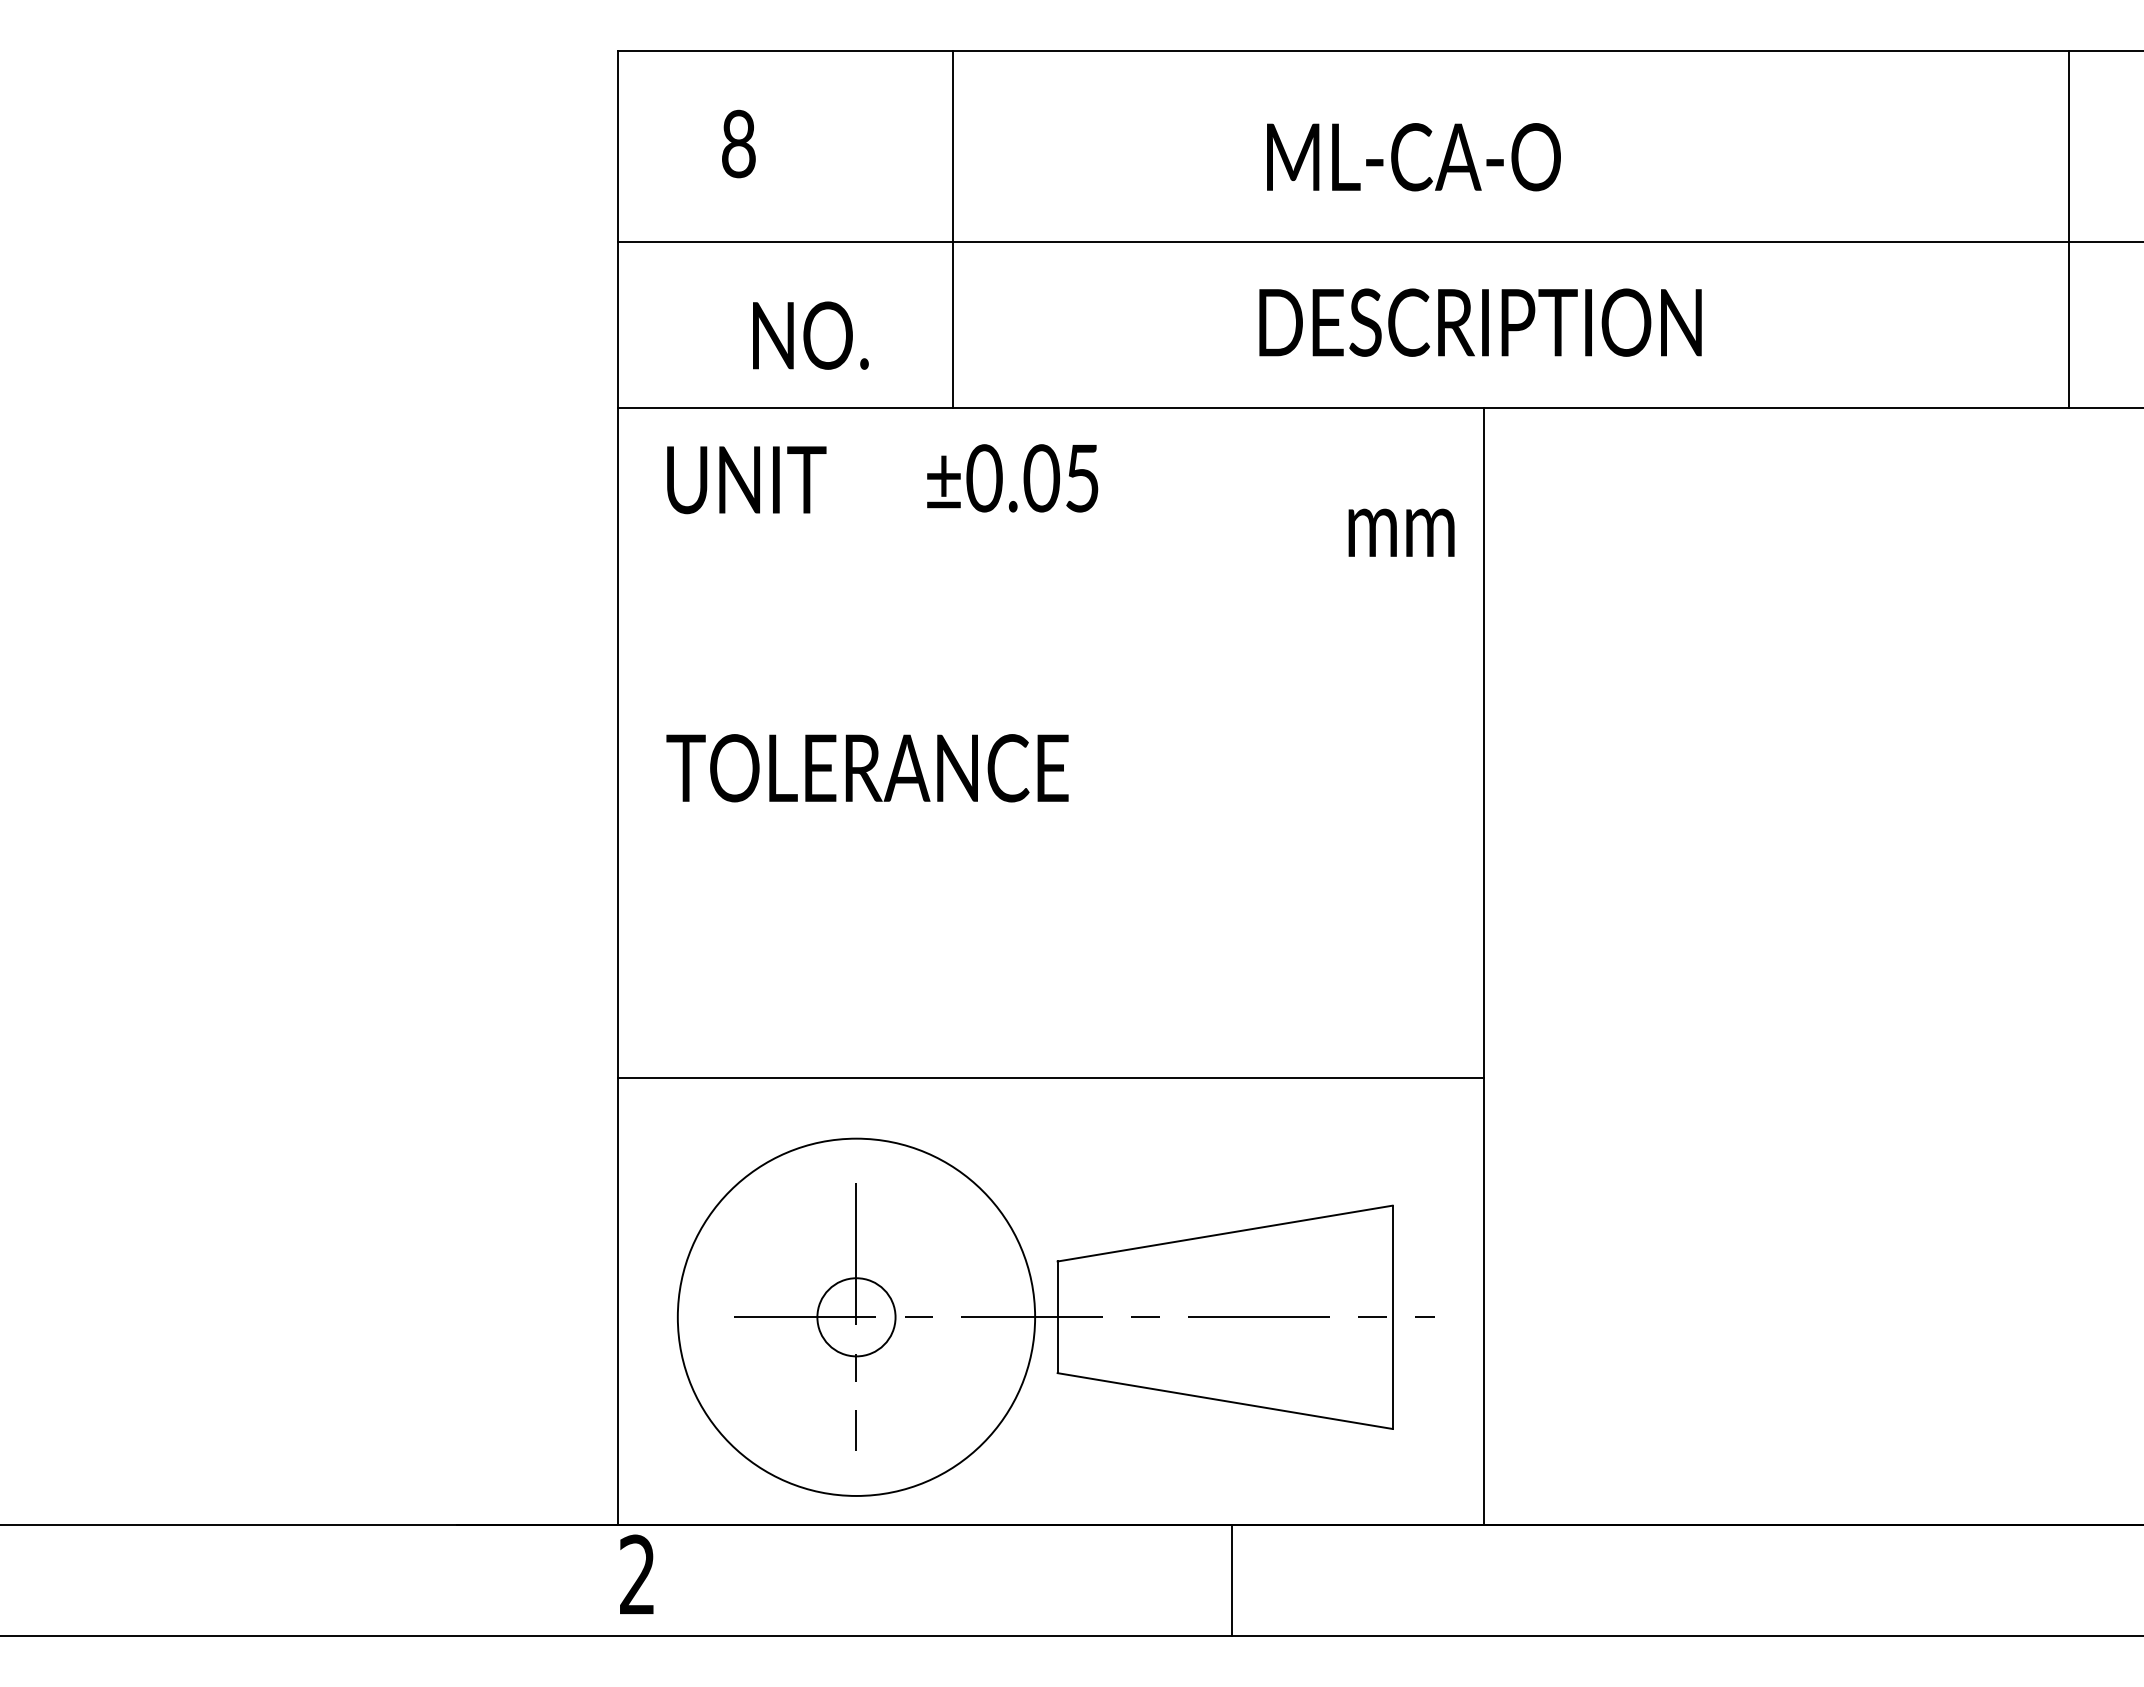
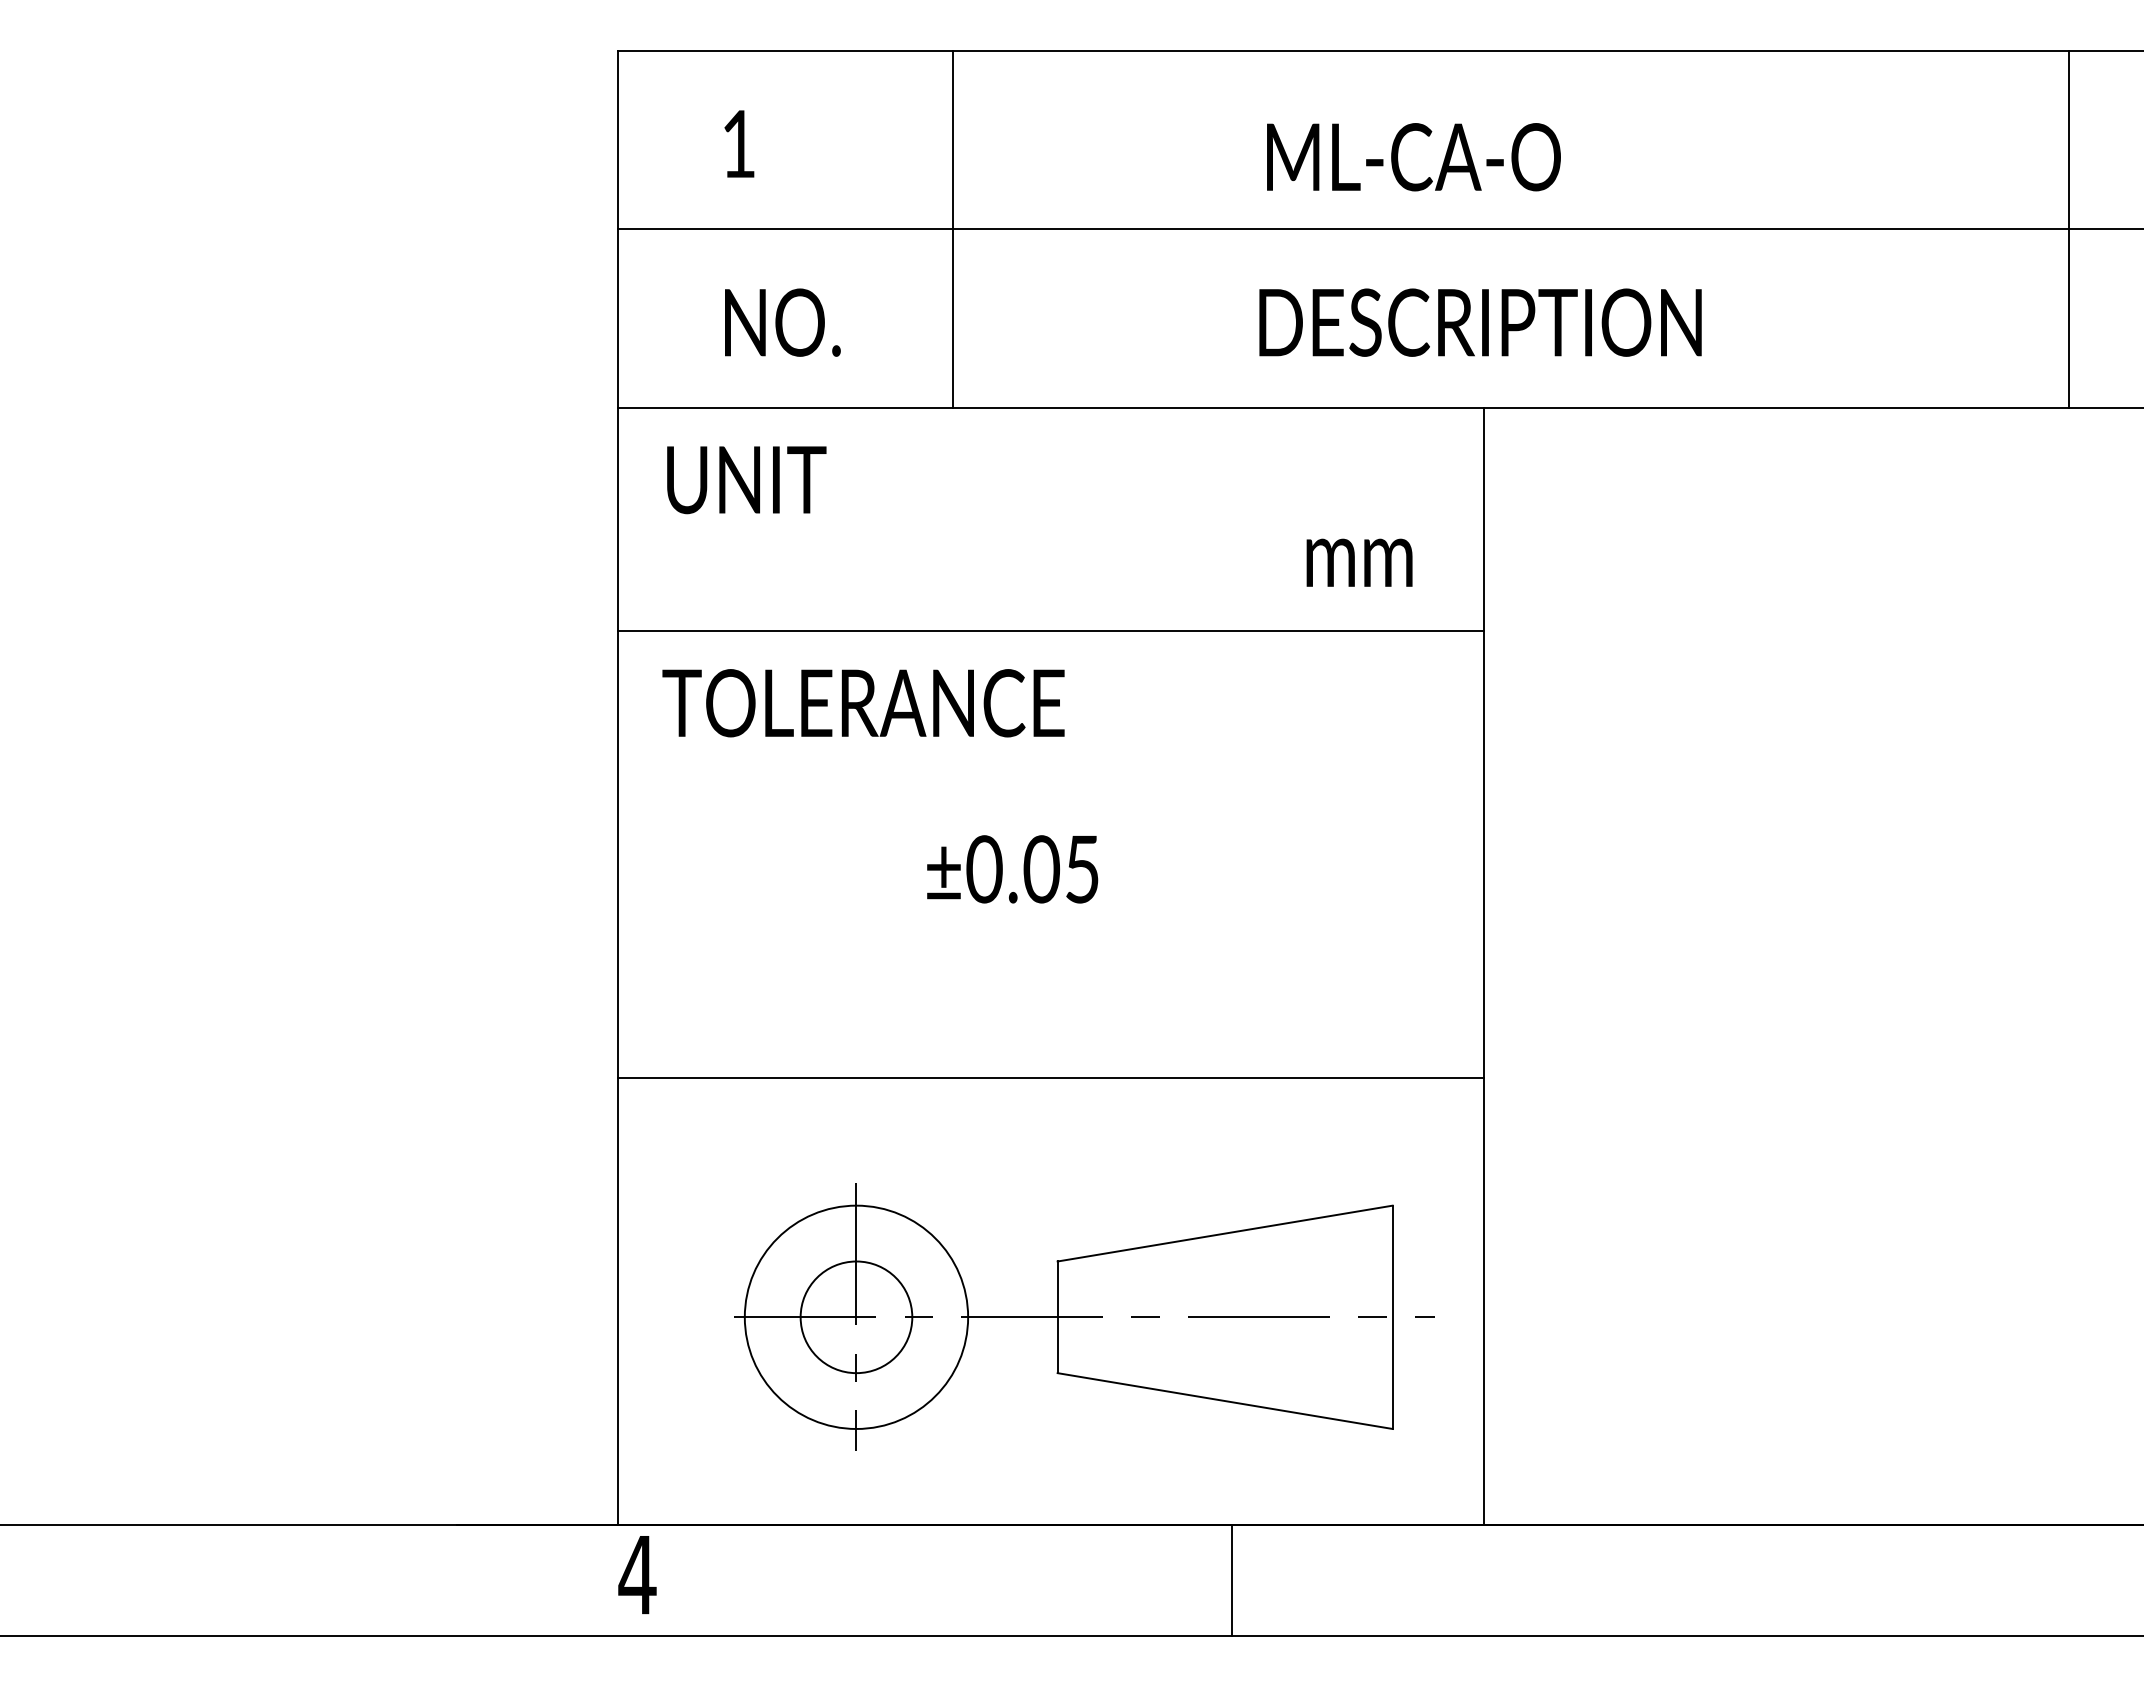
text at (738, 143): 8 -> 1
line at (1378, 242) position: (1378, 242) -> (1378, 229)
text at (810, 335) position: (810, 335) -> (782, 322)
text at (1012, 478) position: (1012, 478) -> (1012, 869)
text at (1401, 532) position: (1401, 532) -> (1359, 562)
line at (1050, 631): none -> present
text at (867, 768) position: (867, 768) -> (863, 703)
circle at (856, 1316) diameter: 357 px -> 223 px
circle at (856, 1317) diameter: 78 px -> 112 px
text at (637, 1574): 2 -> 4
